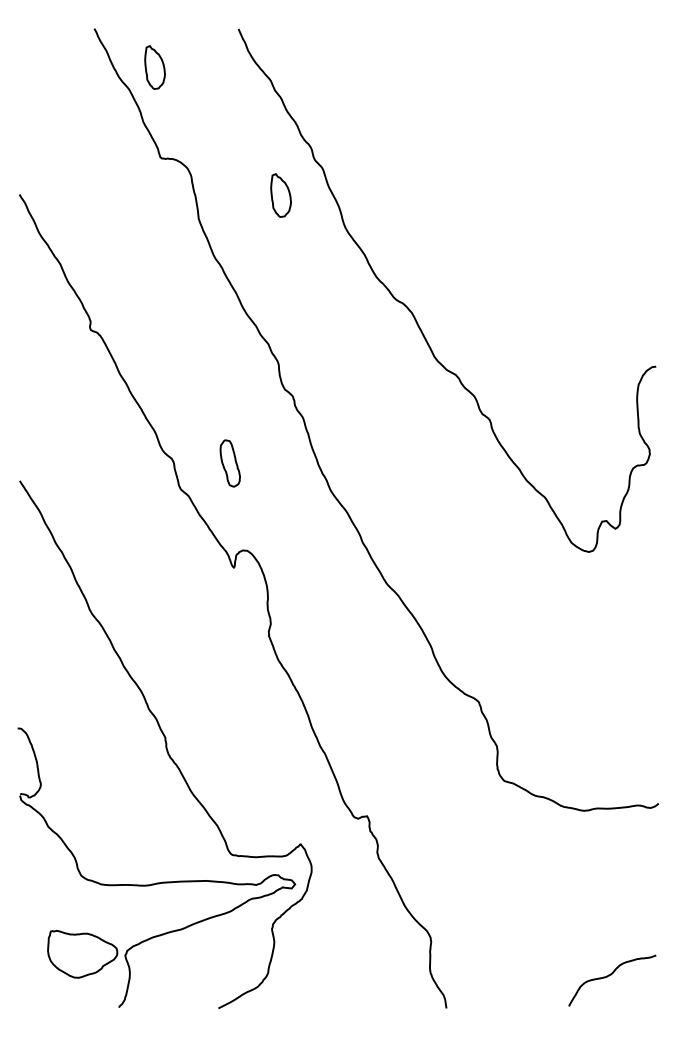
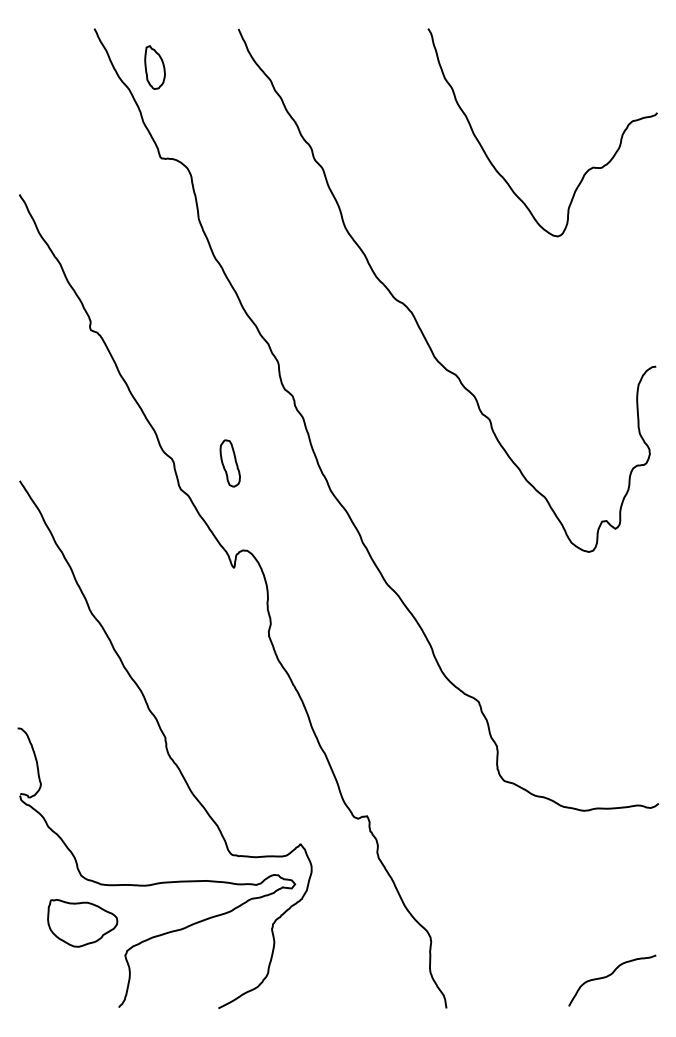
curve at (587, 169): none -> present
part at (280, 195): present -> none
part at (82, 954) position: (82, 954) -> (82, 923)
